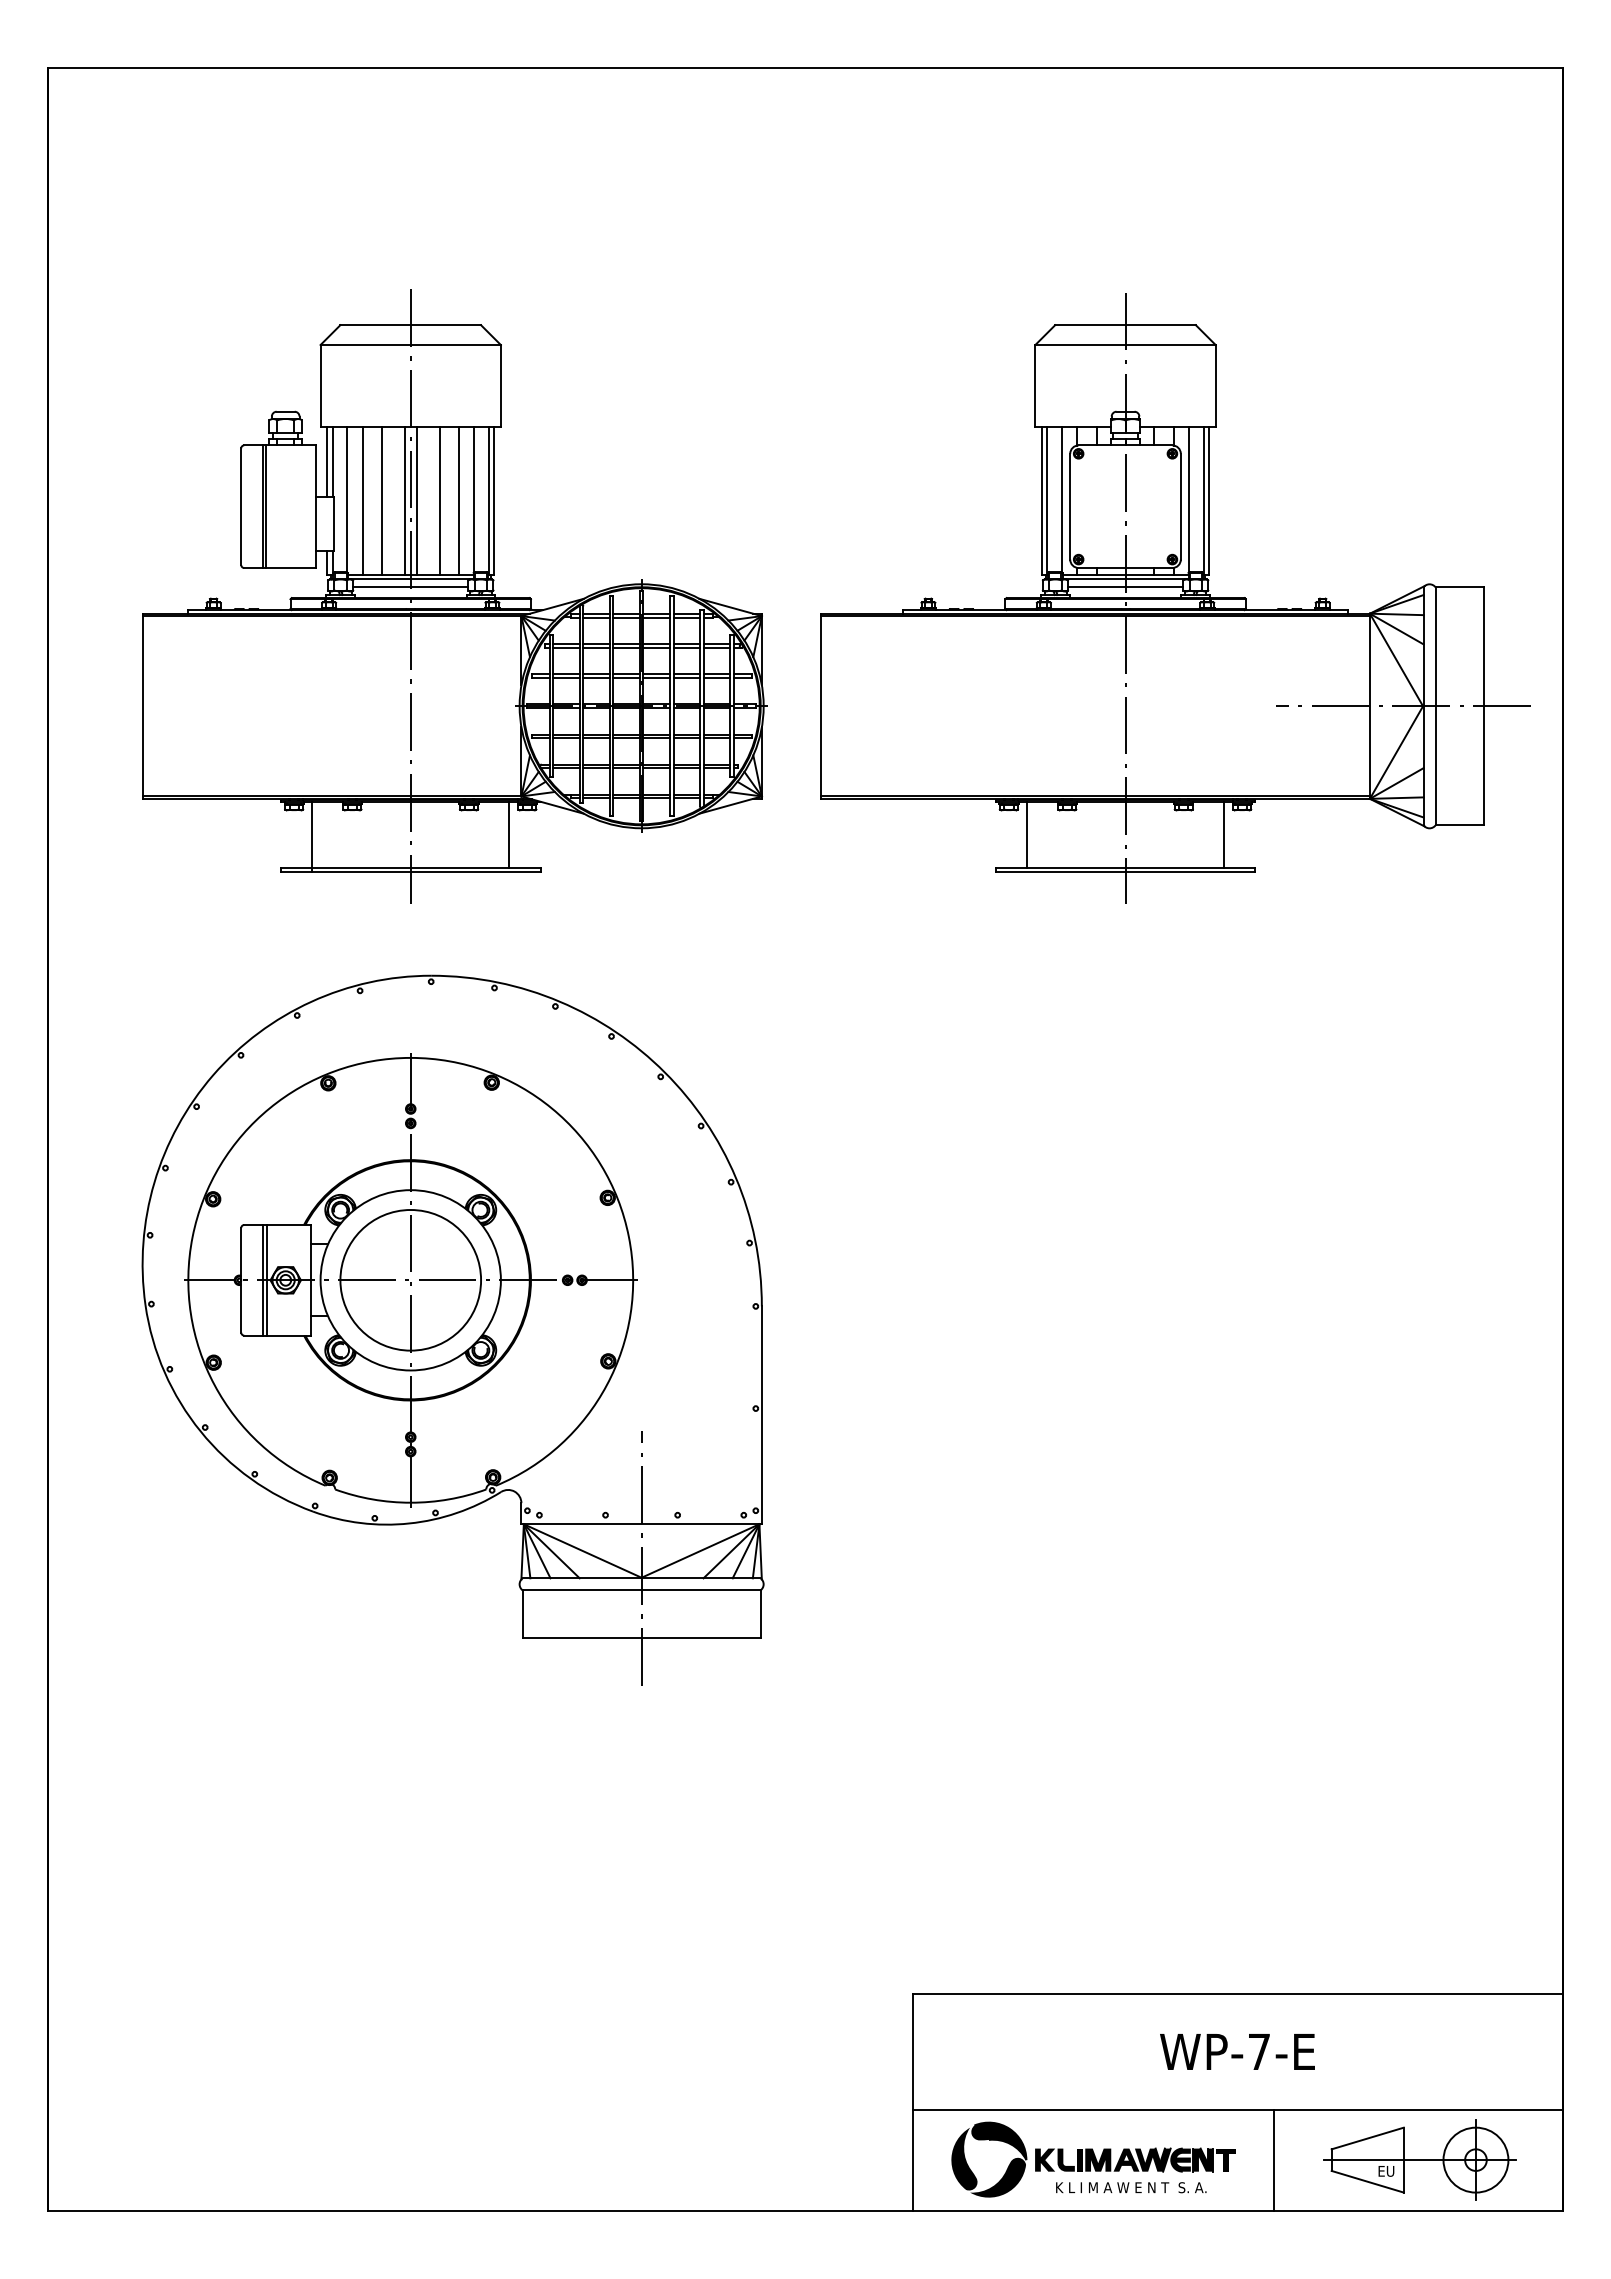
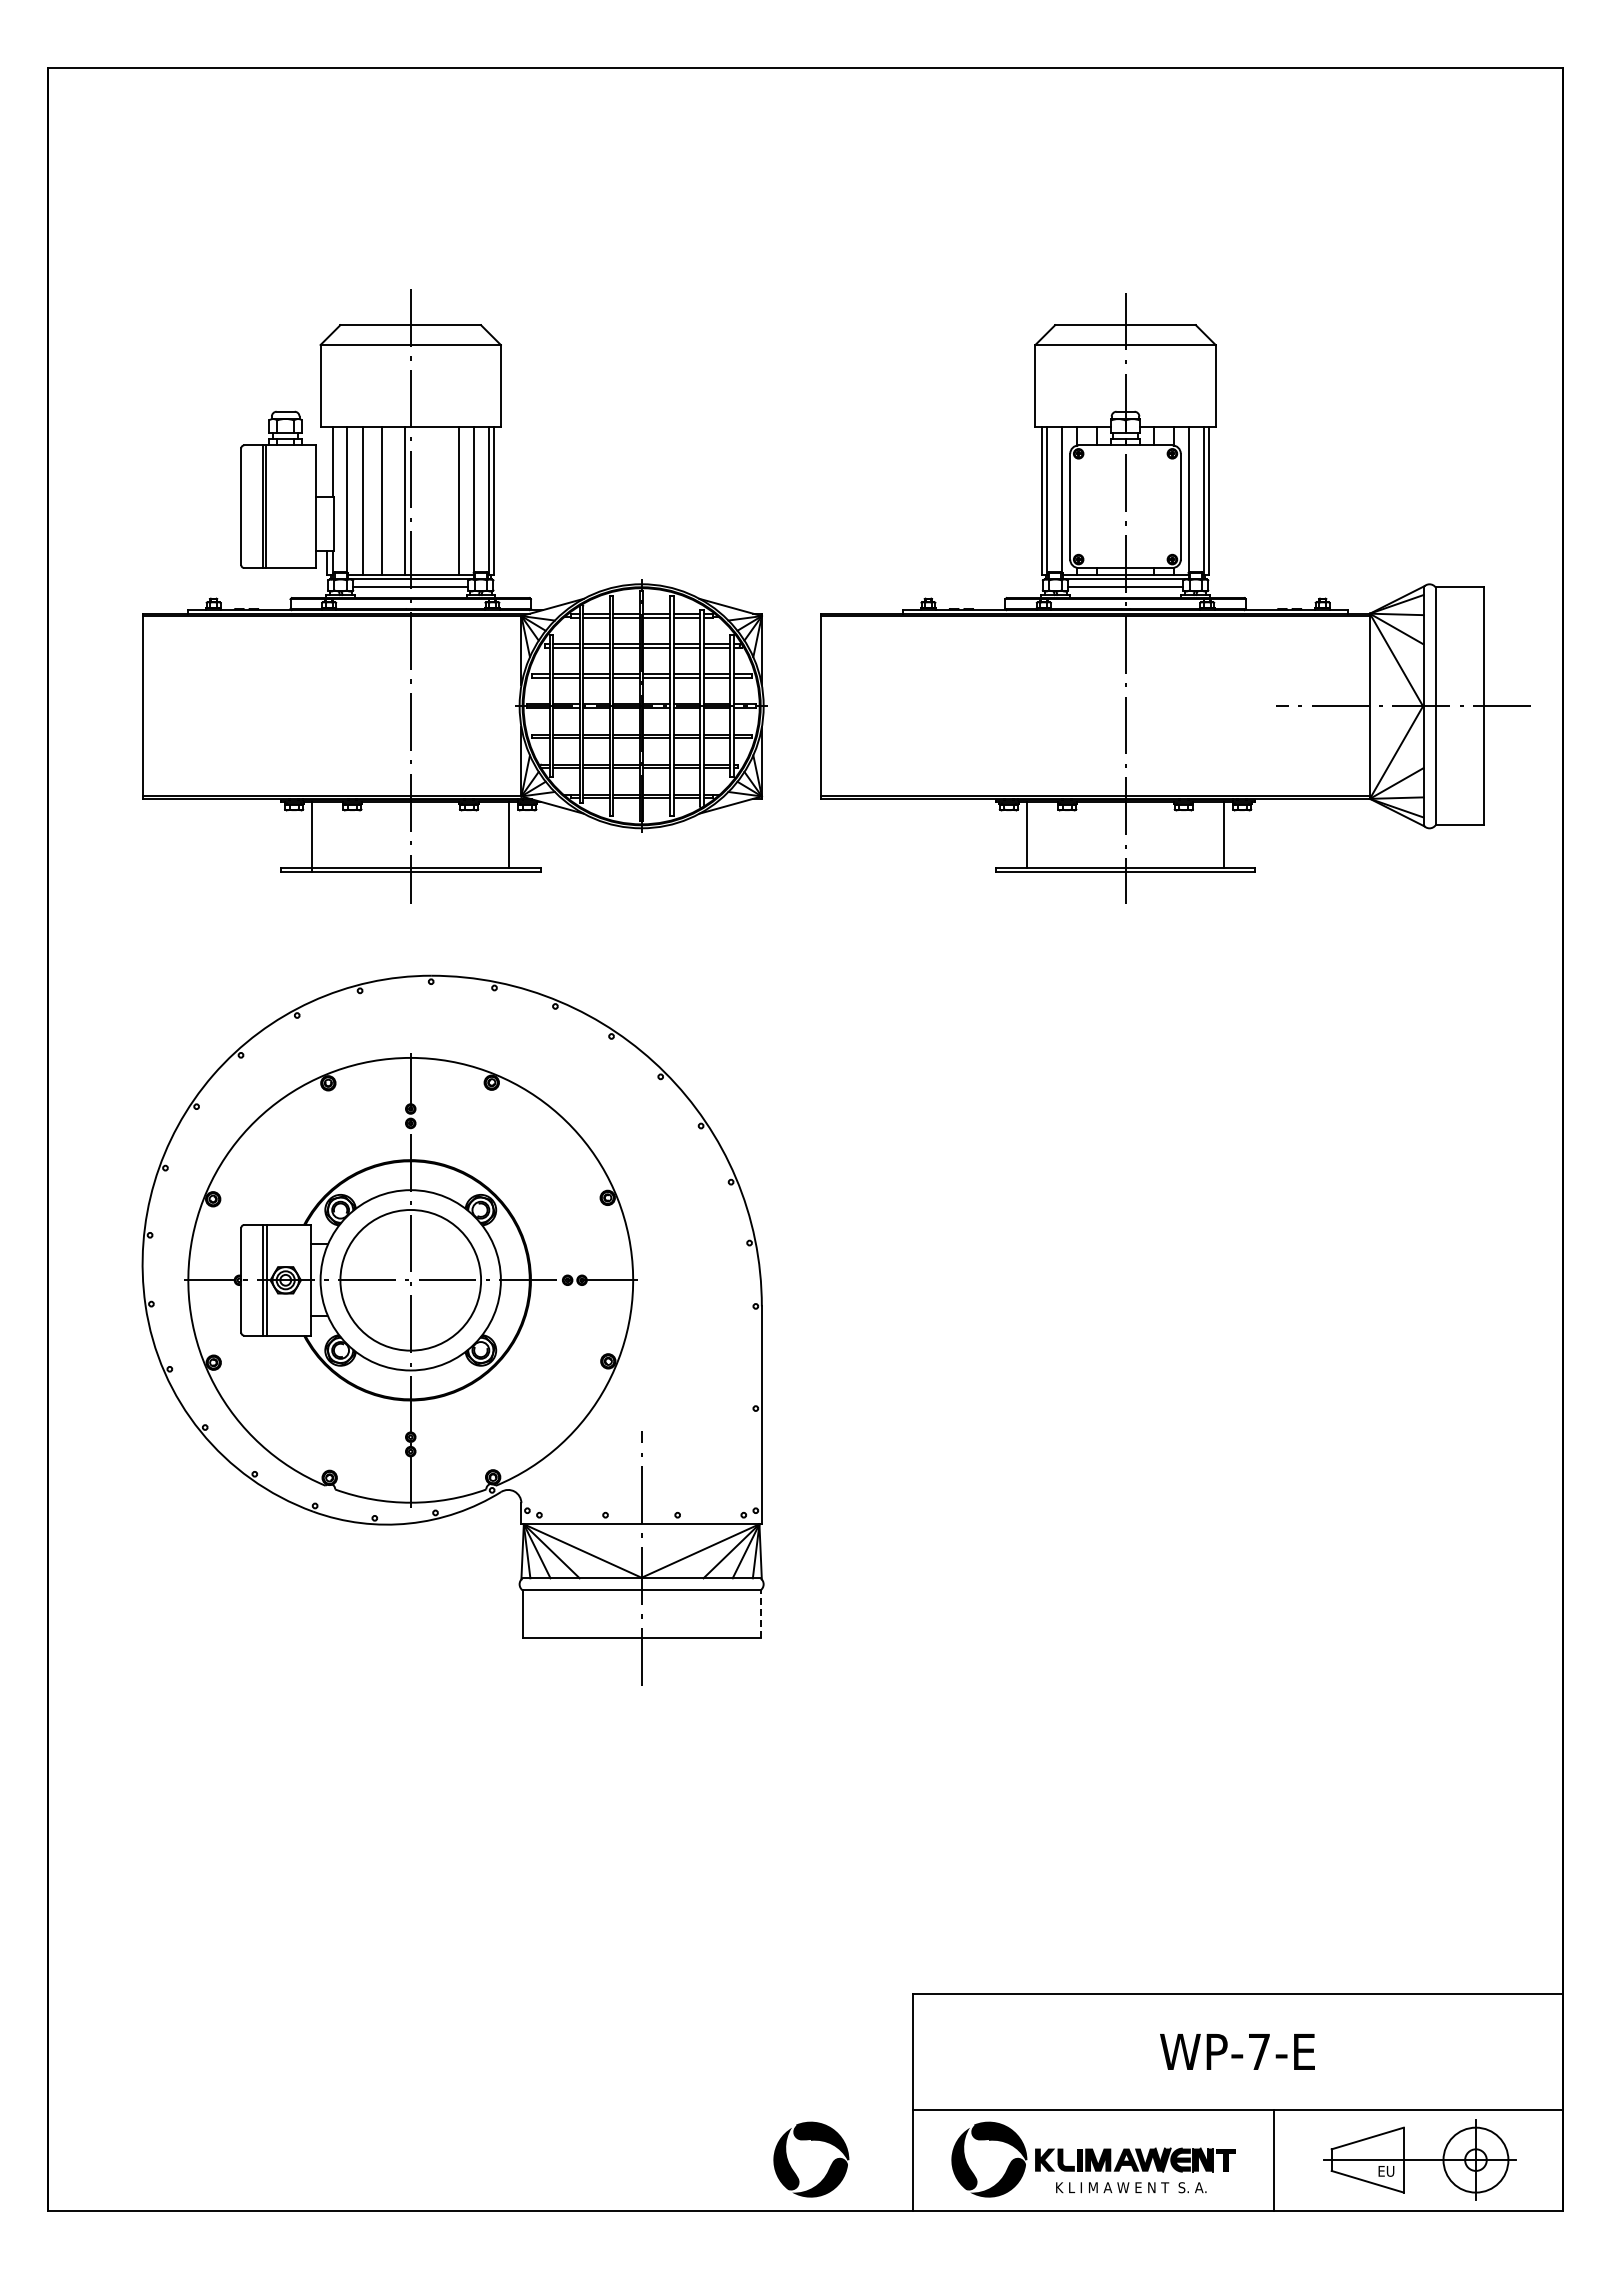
line at (327, 461): present -> none
line at (416, 501): present -> none
line at (439, 501): present -> none
line at (760, 1613): solid -> dashed
part at (811, 2140): none -> present
